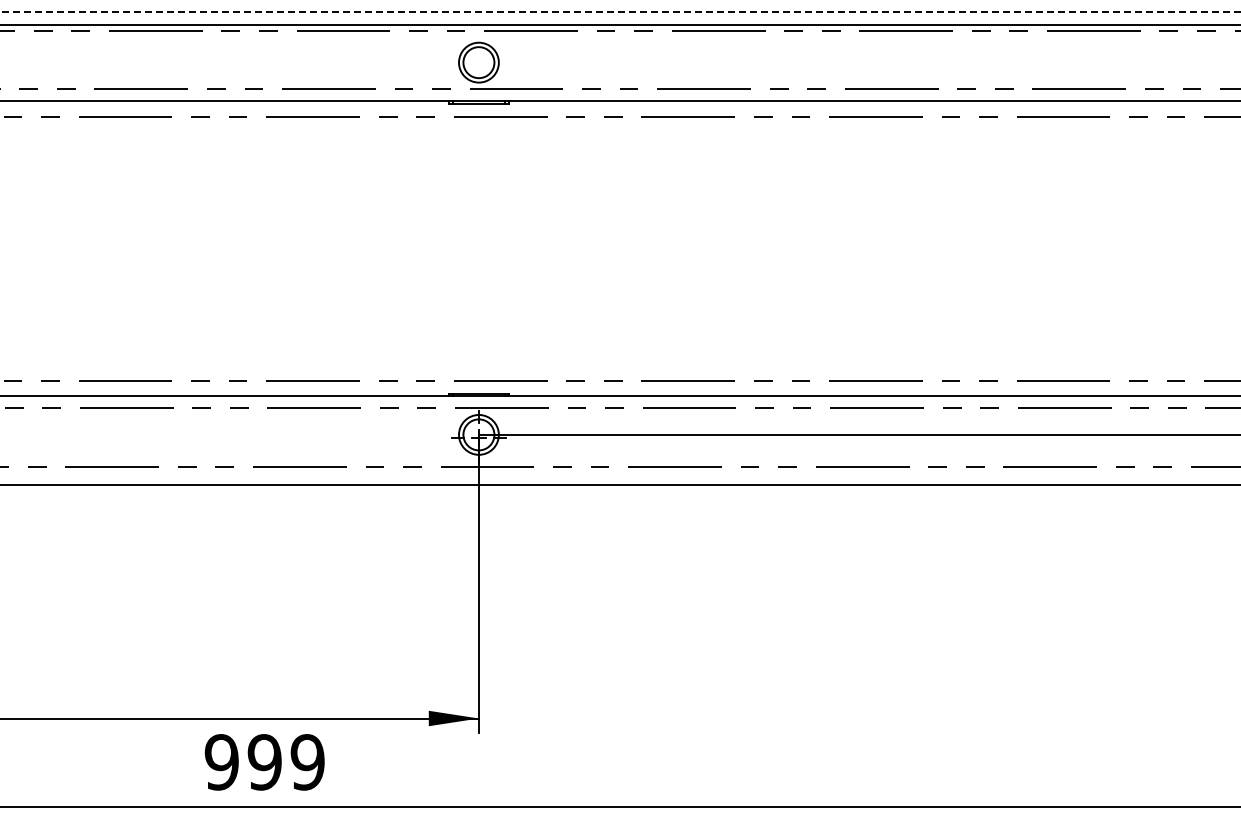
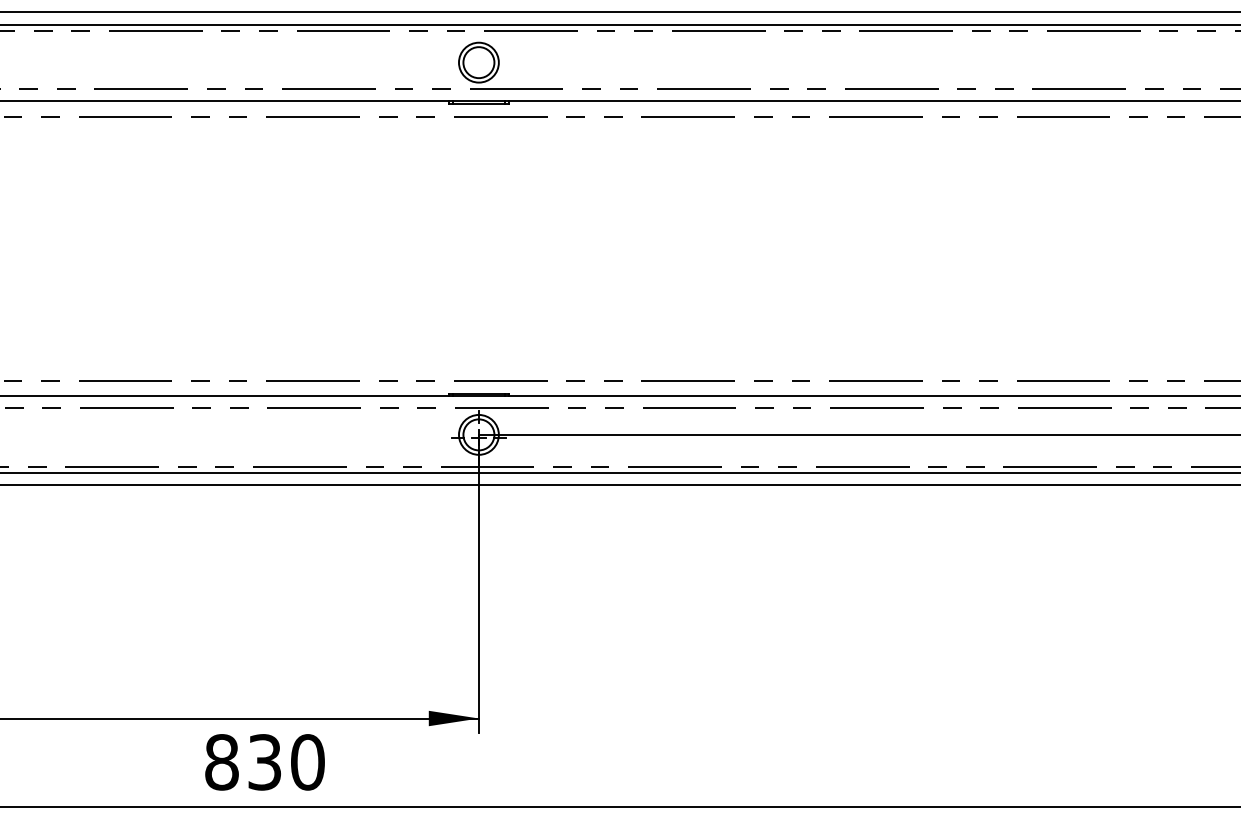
line at (620, 12): dashed -> solid
line at (619, 472): none -> present
text at (264, 762): 999 -> 830
